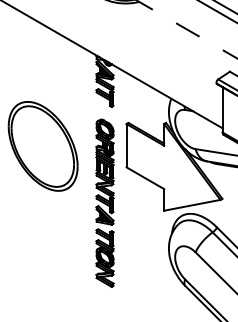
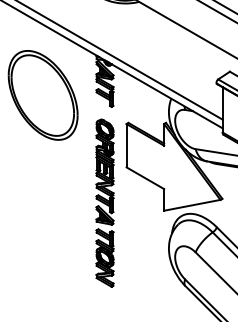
line at (187, 29): dashed -> solid
line at (120, 60): none -> present
part at (42, 146) position: (42, 146) -> (42, 95)
